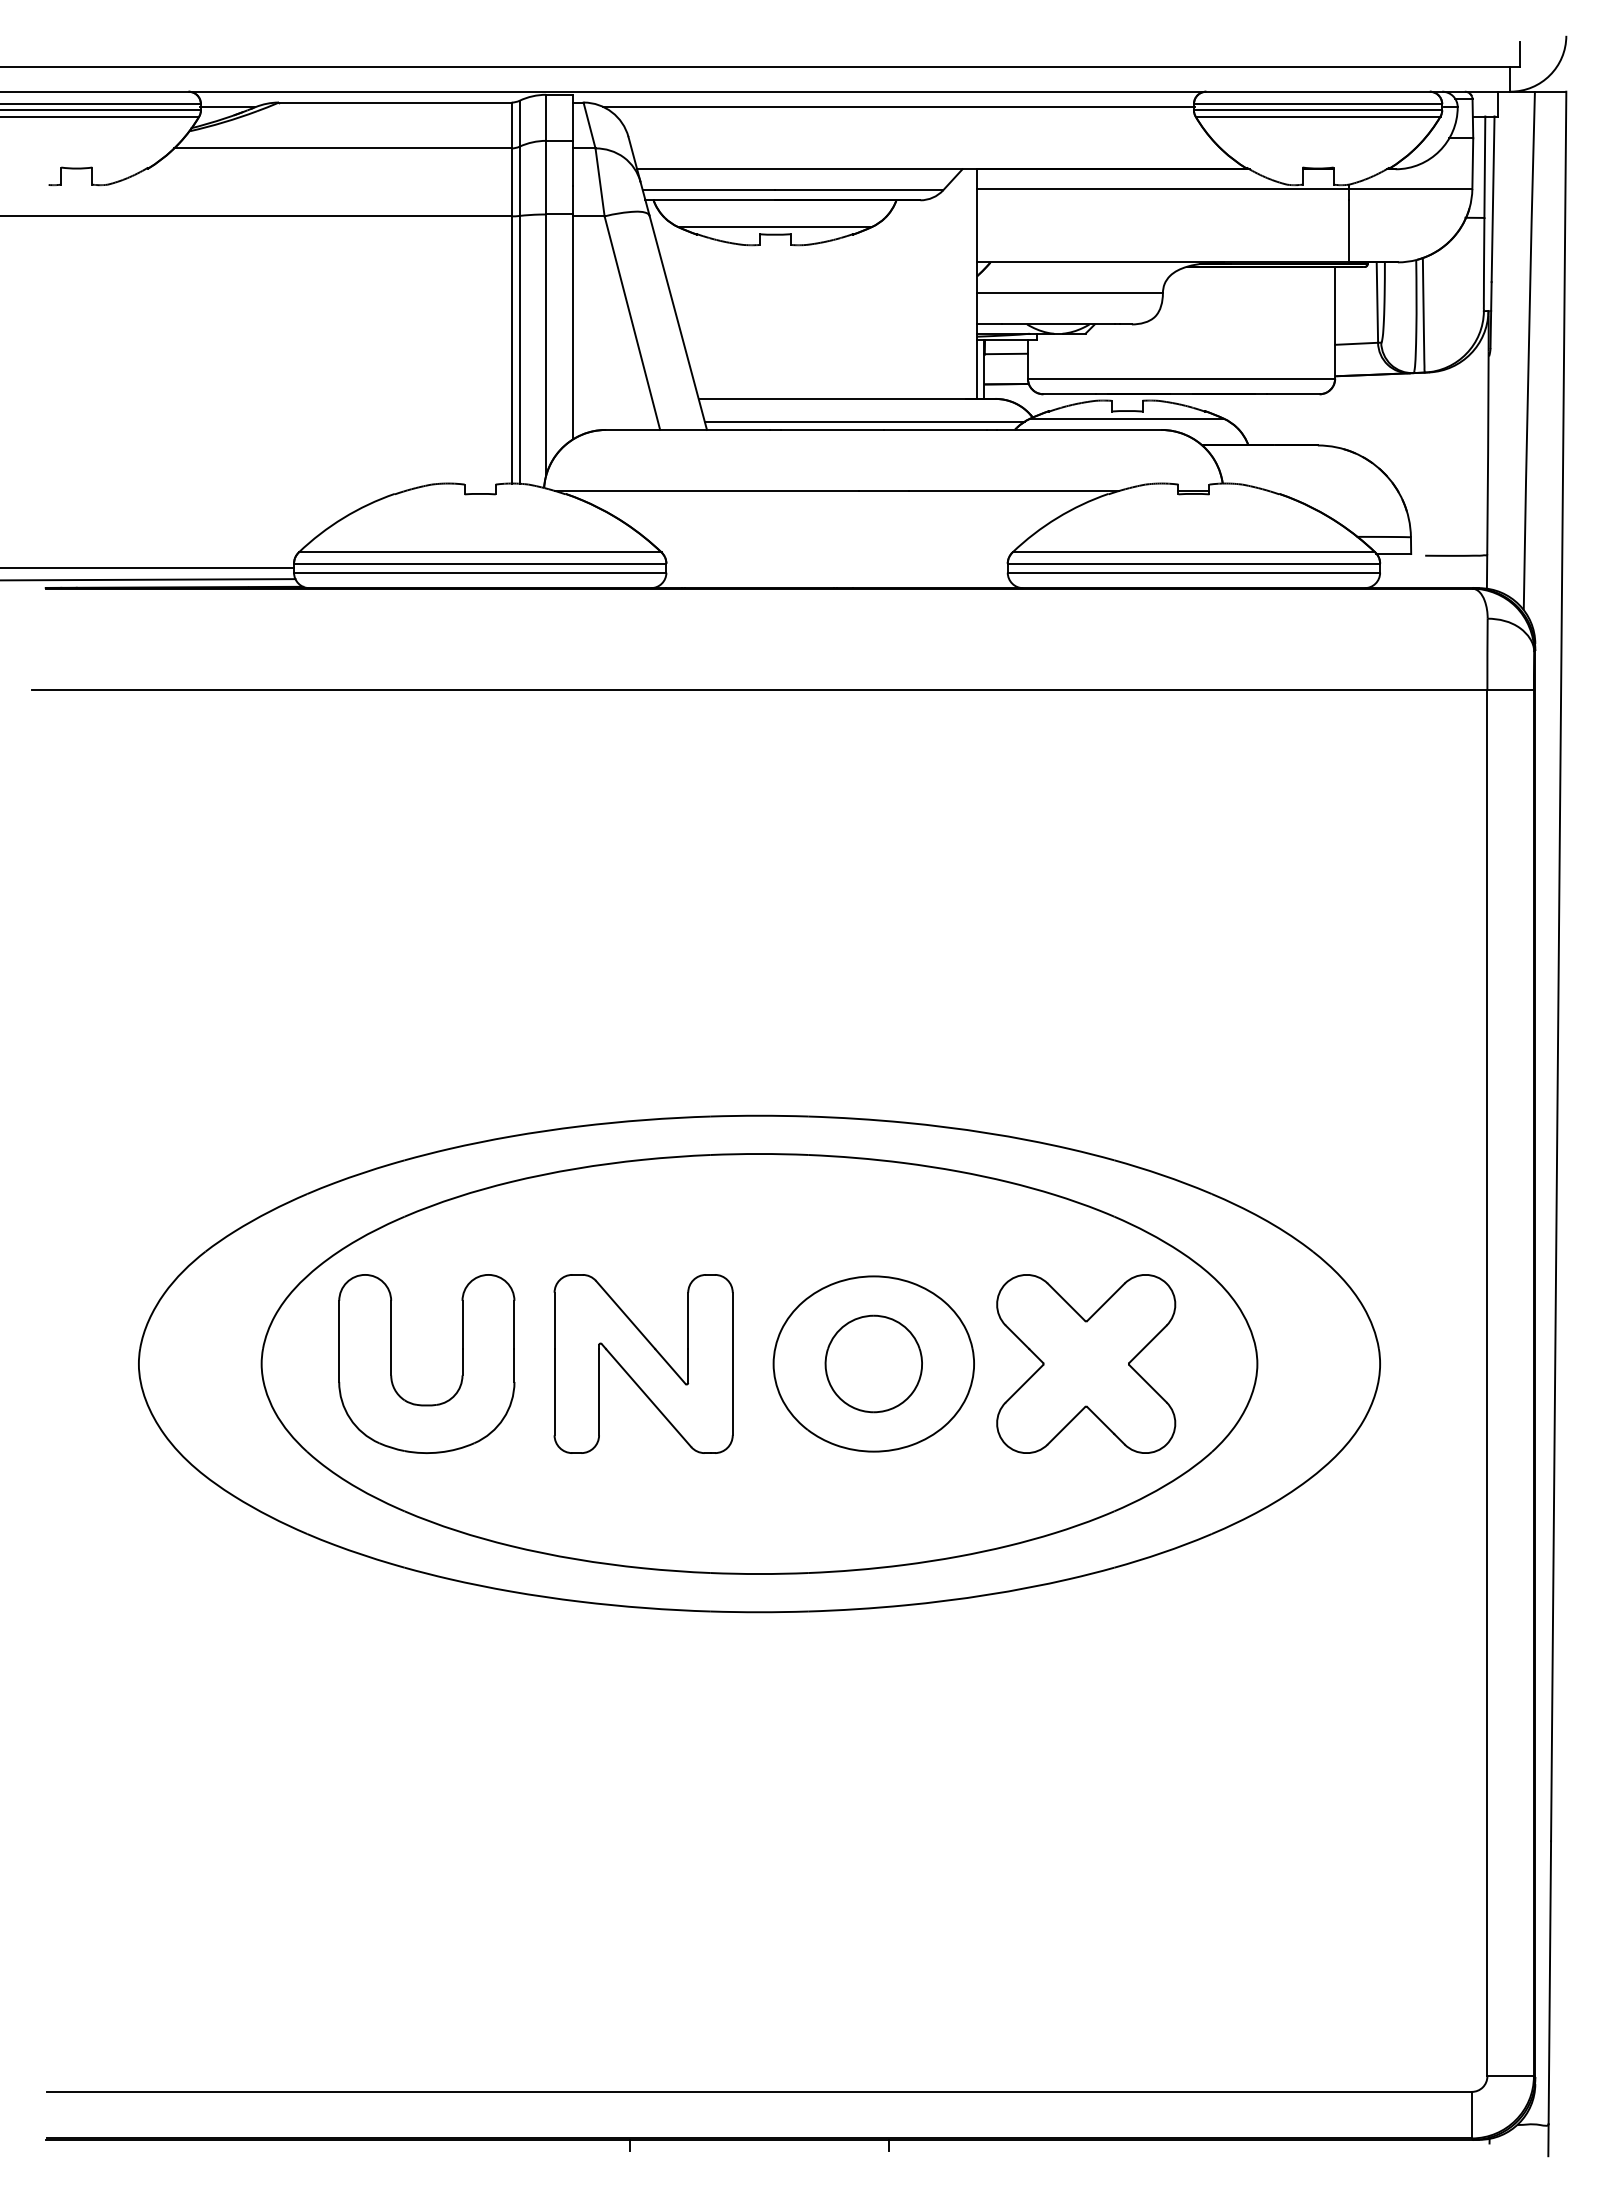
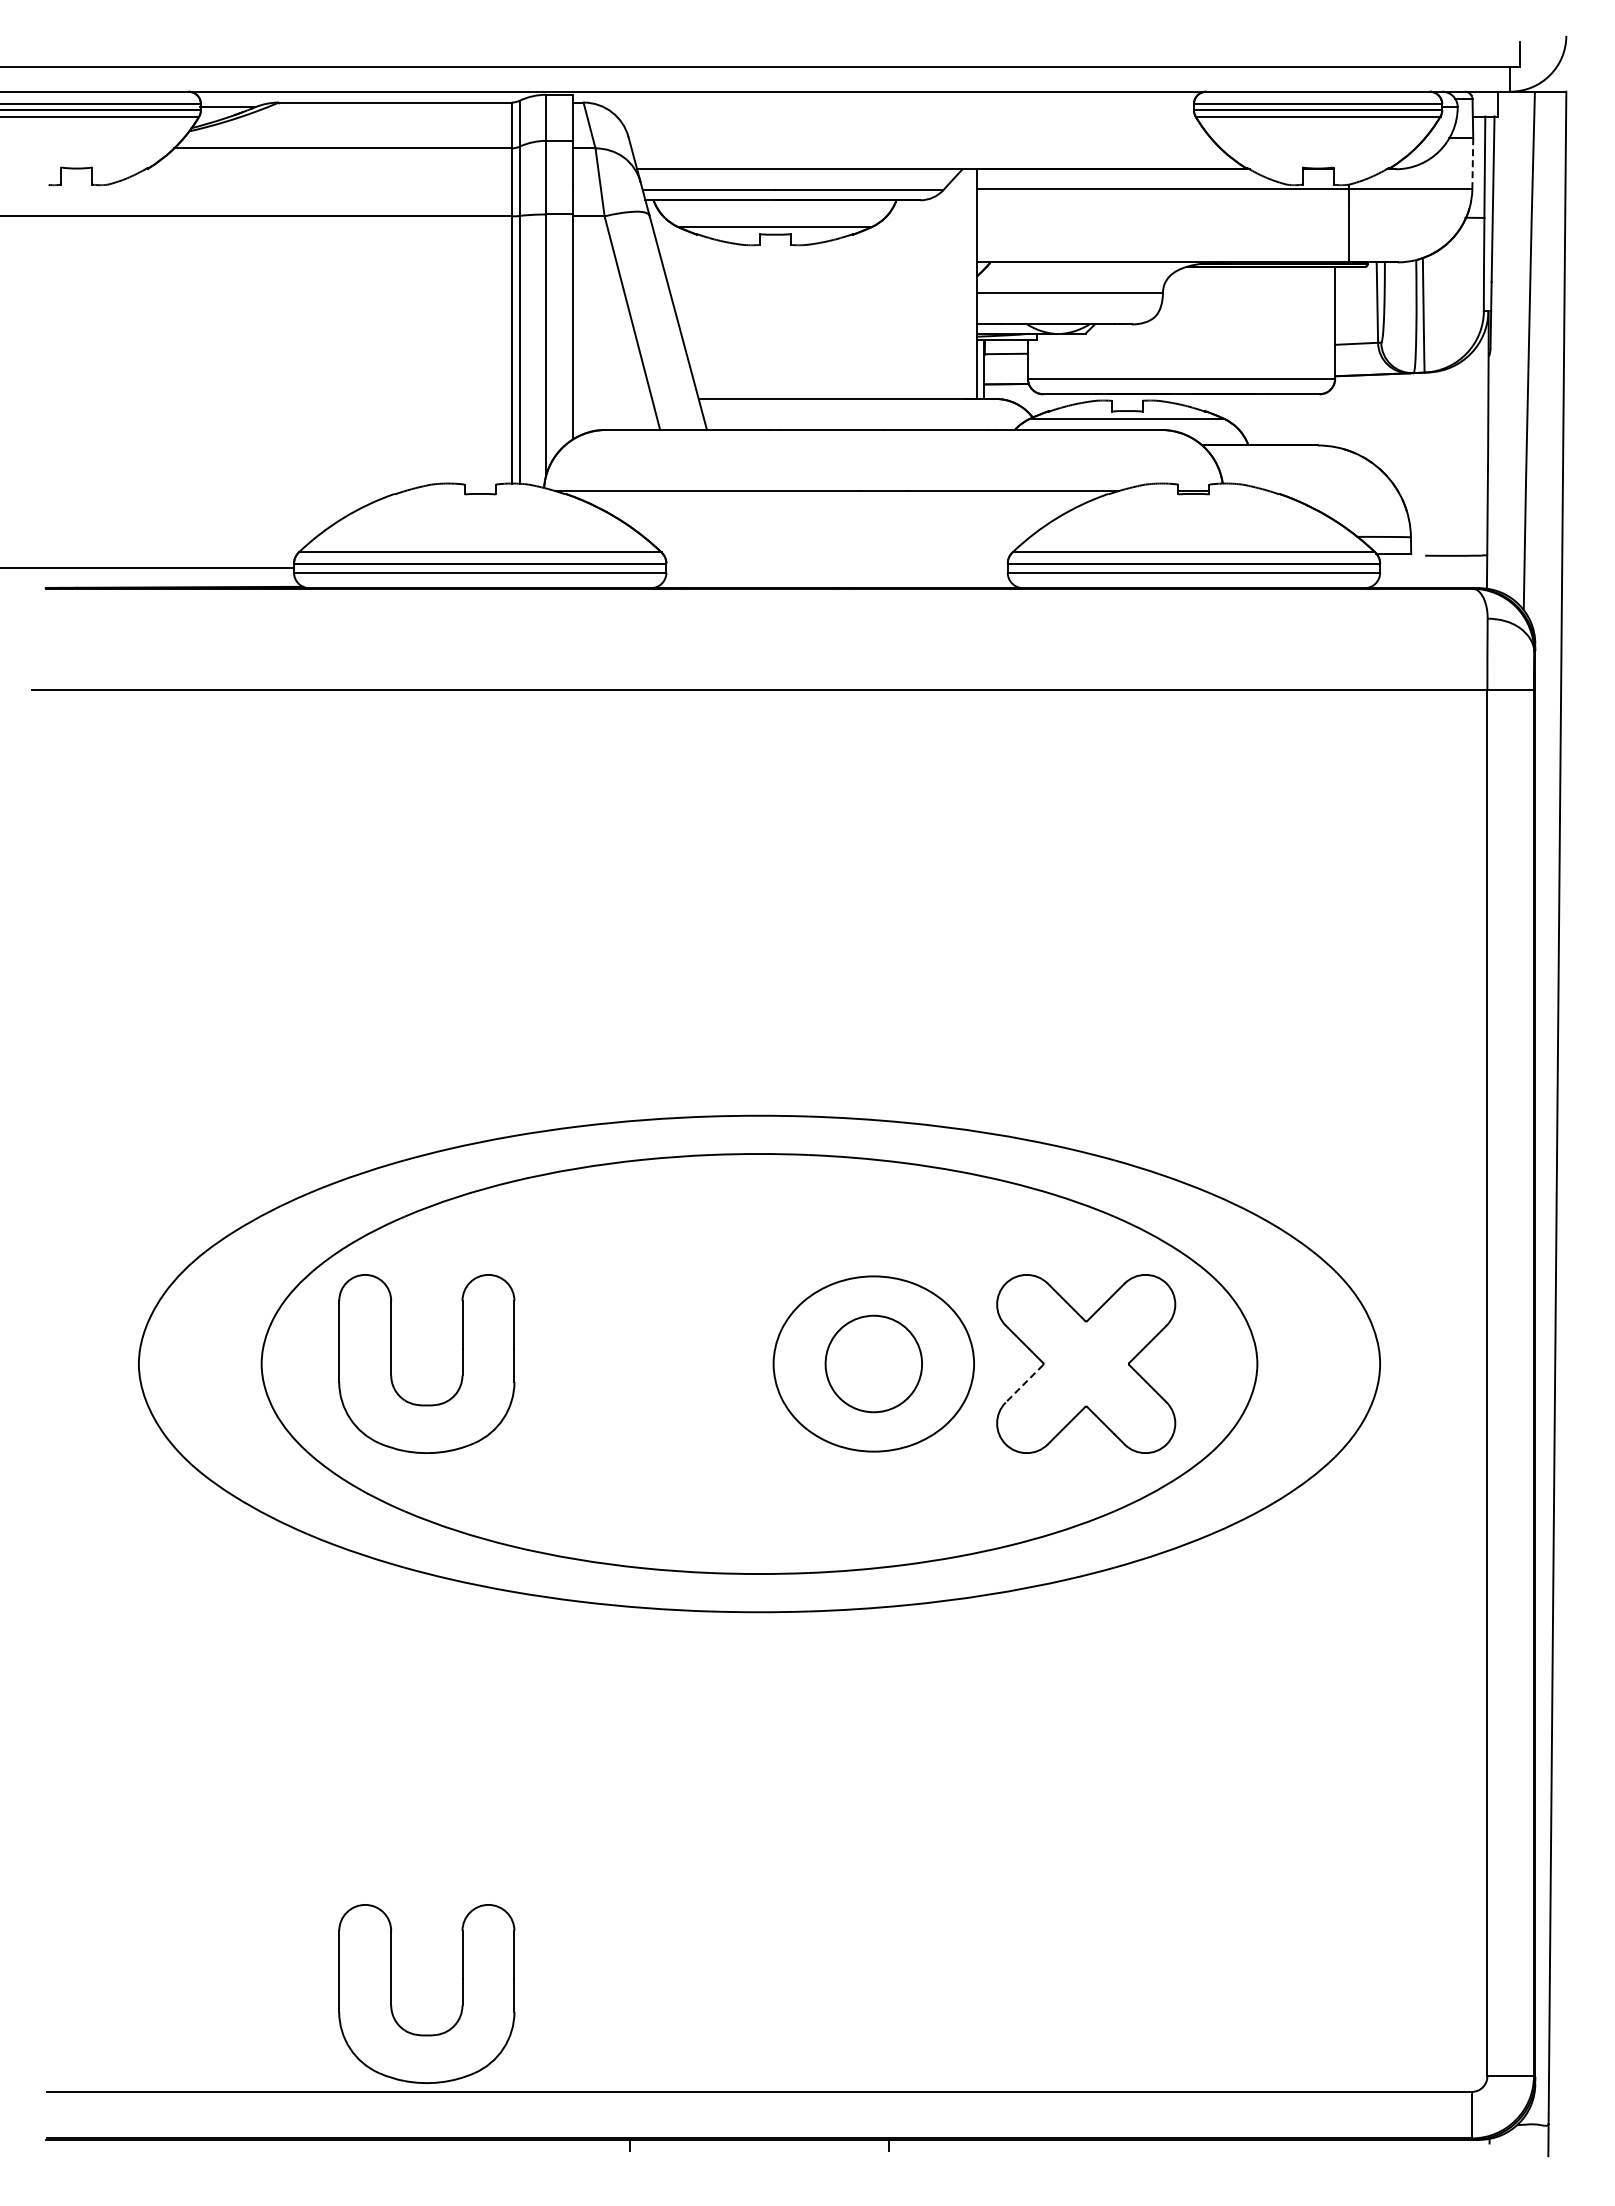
line at (898, 107): present -> none
line at (1472, 163): solid -> dashed
line at (864, 422): present -> none
line at (148, 579): present -> none
part at (643, 1363): present -> none
line at (1024, 1384): solid -> dashed
part at (391, 1993): none -> present
